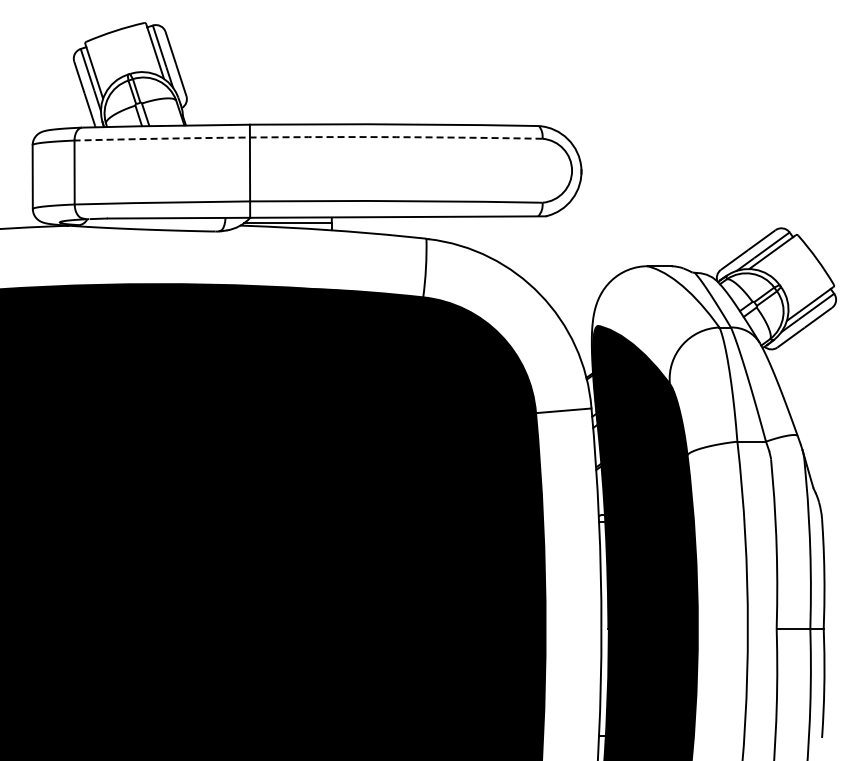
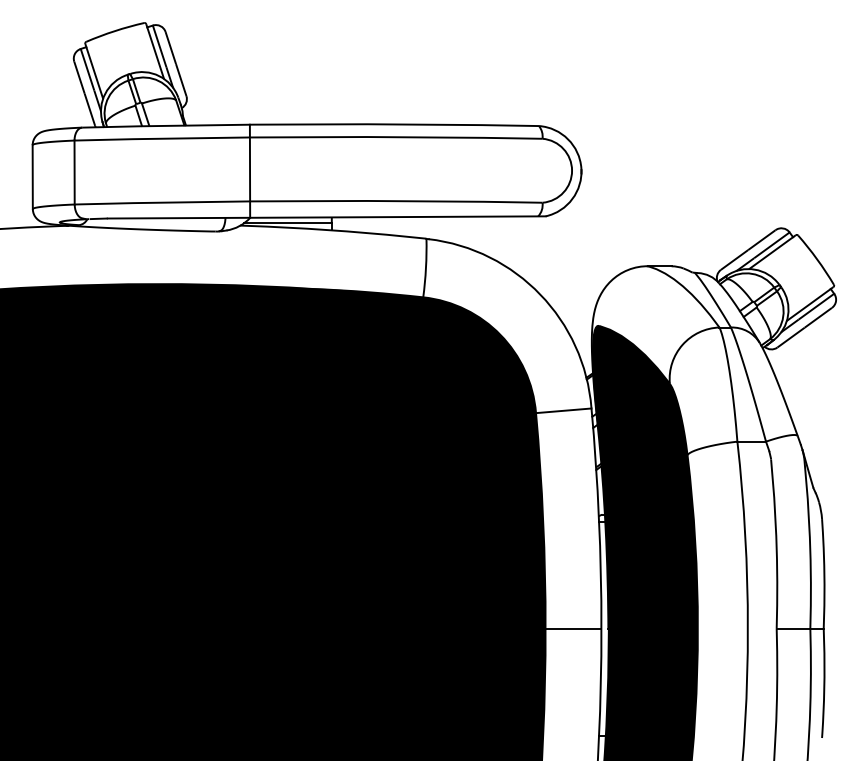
arc at (308, 137): dashed -> solid
line at (573, 628): none -> present
